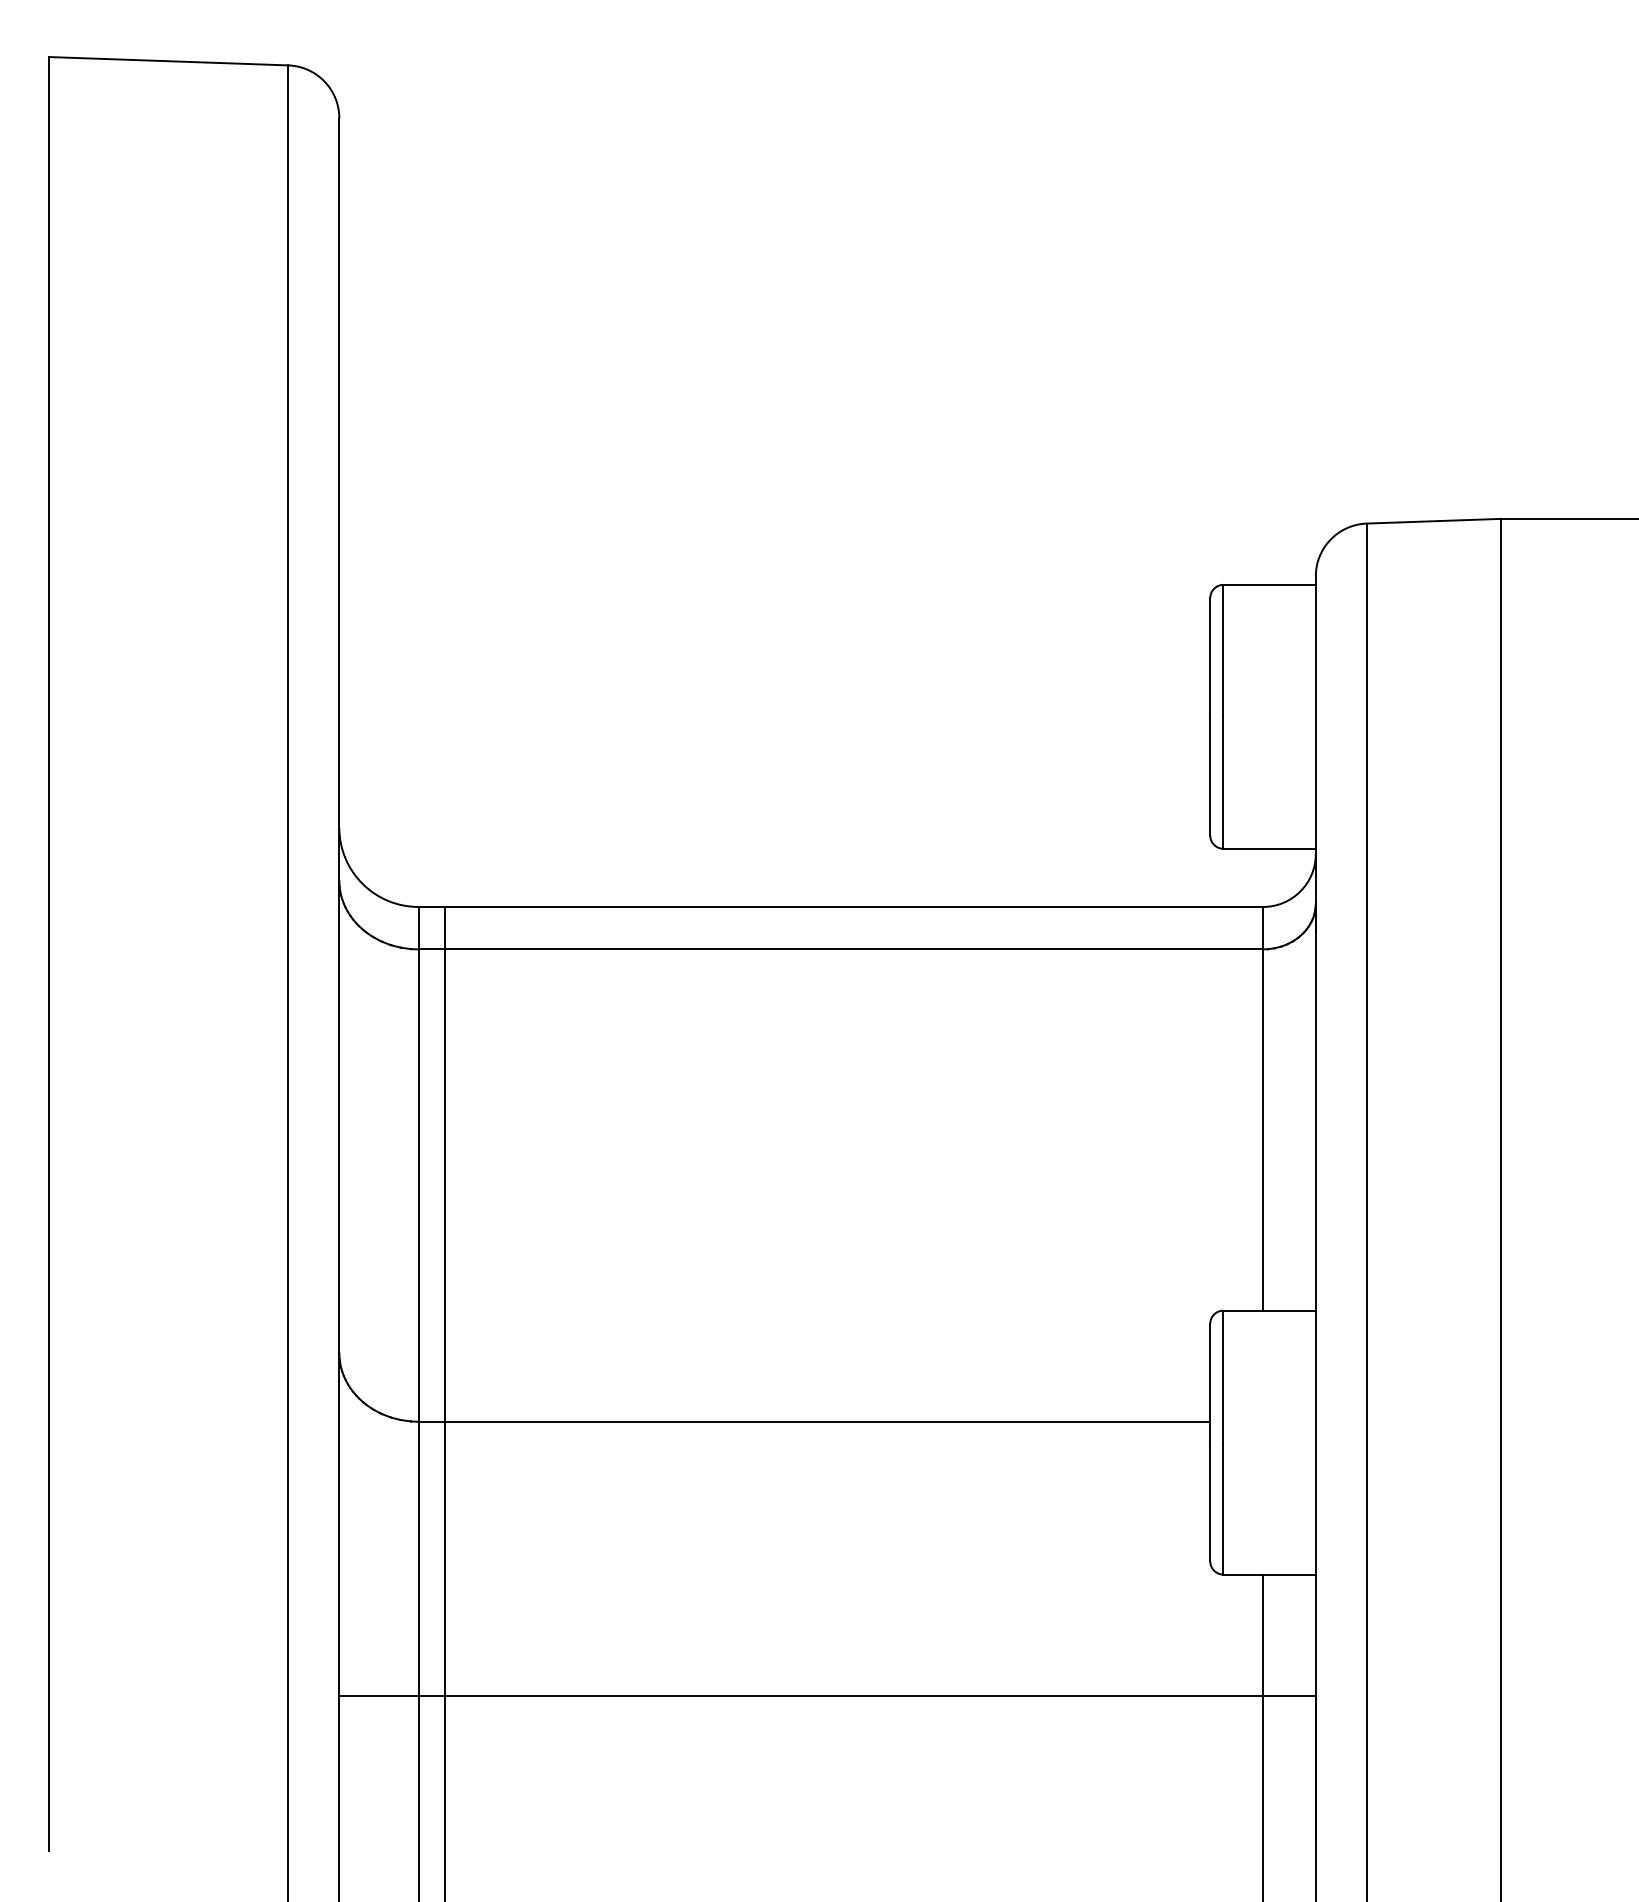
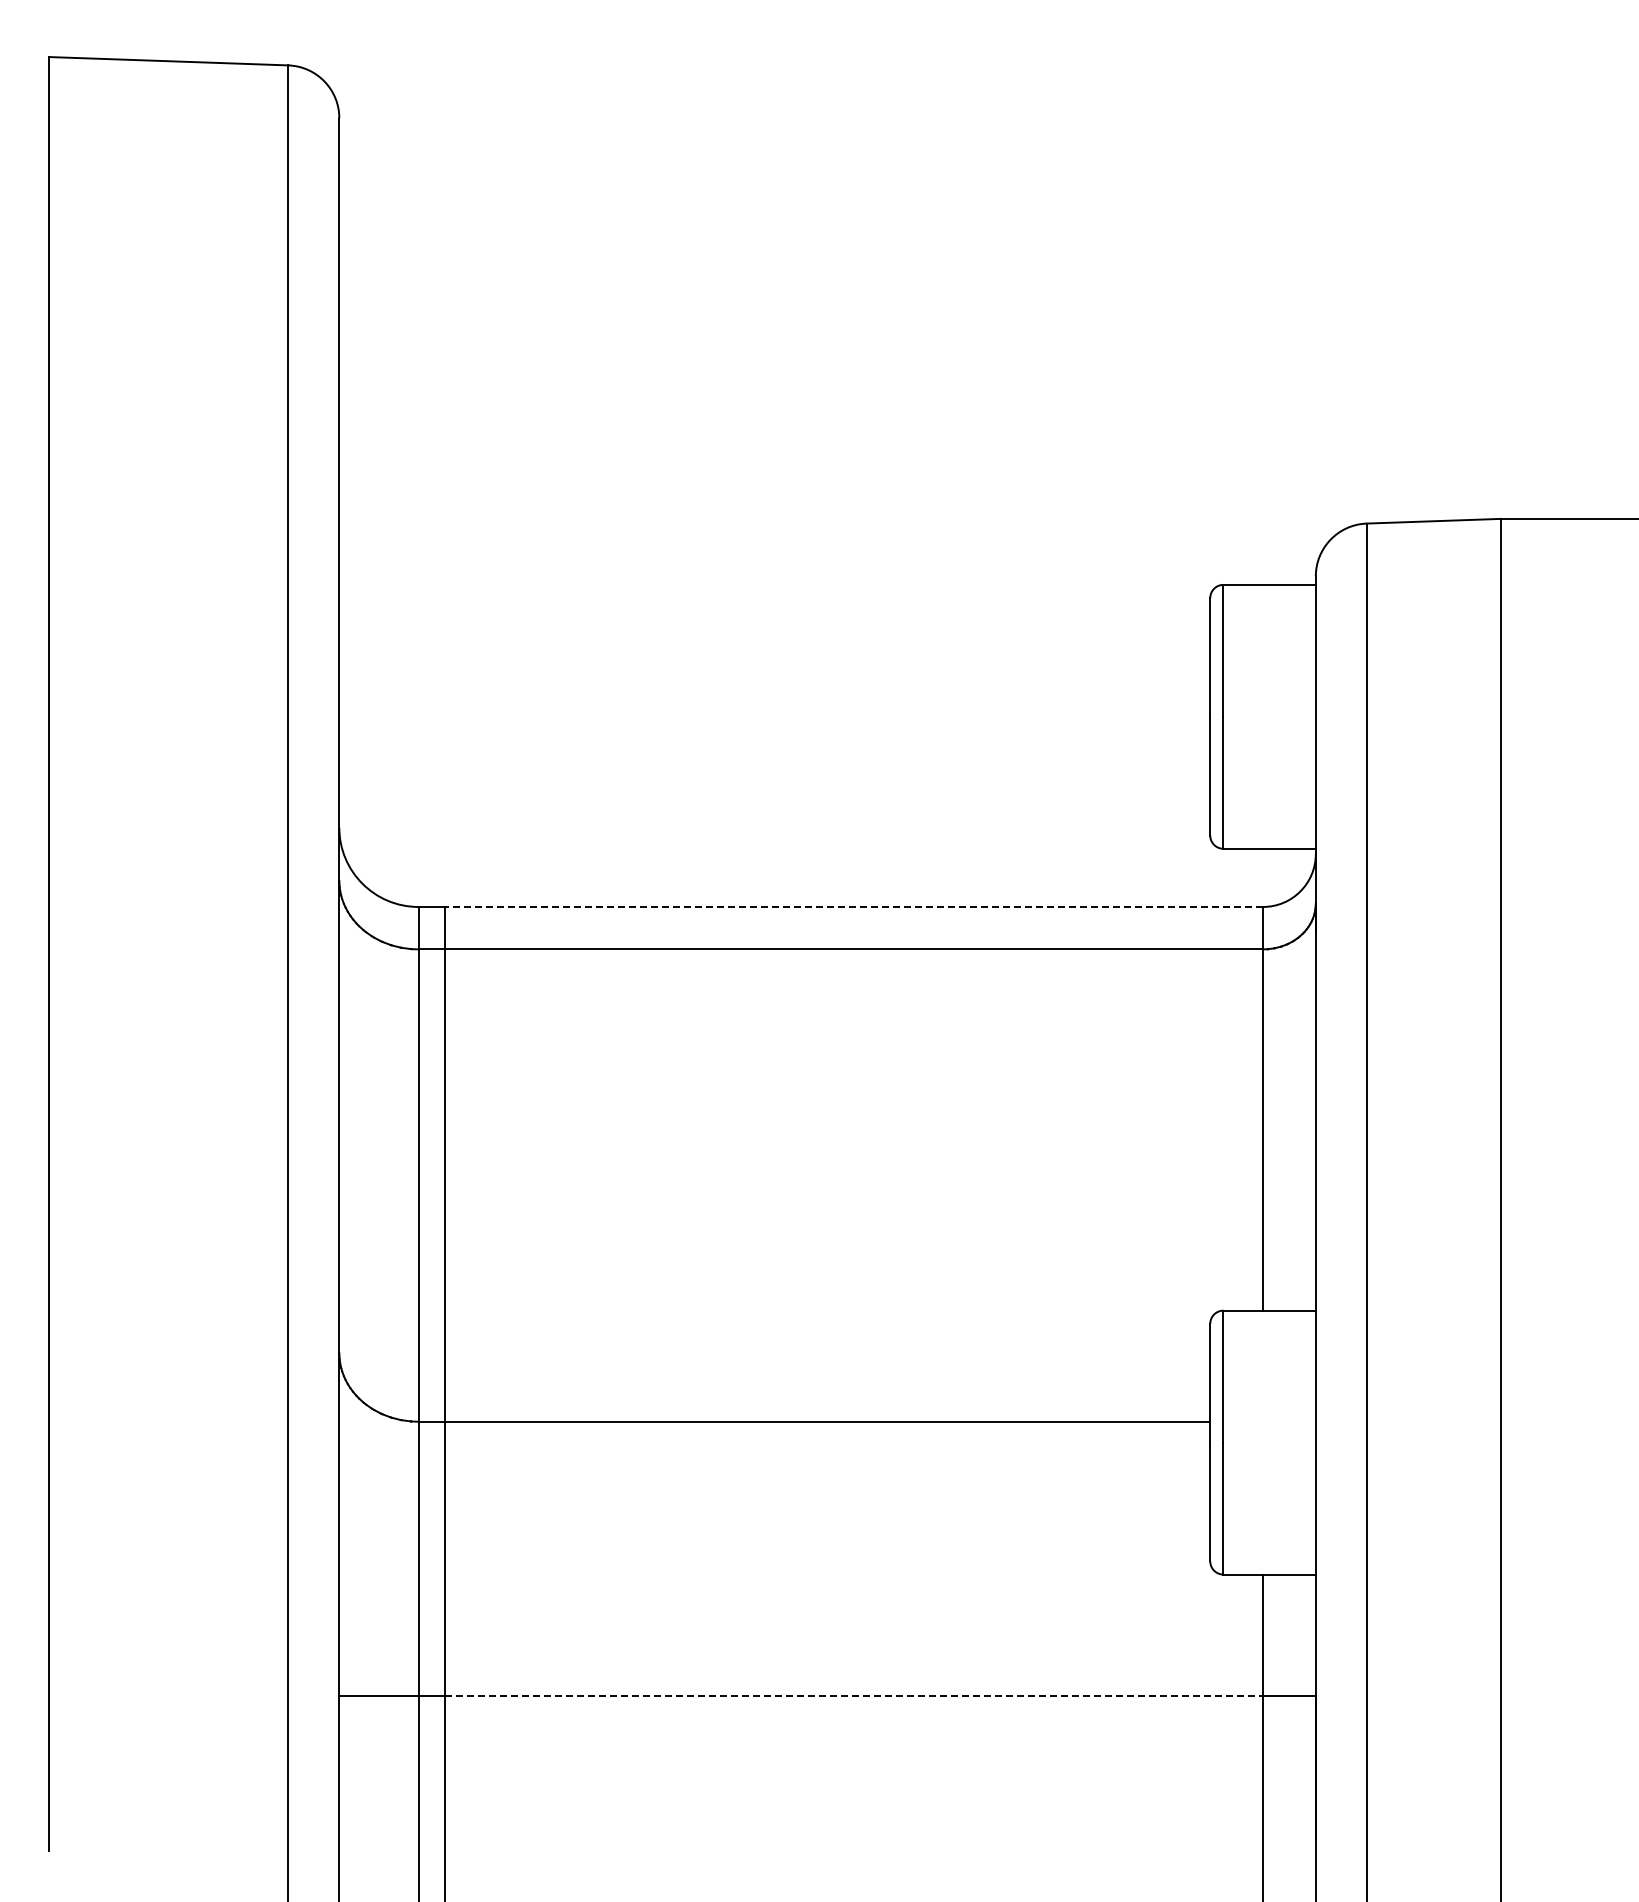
line at (853, 906): solid -> dashed
line at (854, 1696): solid -> dashed
